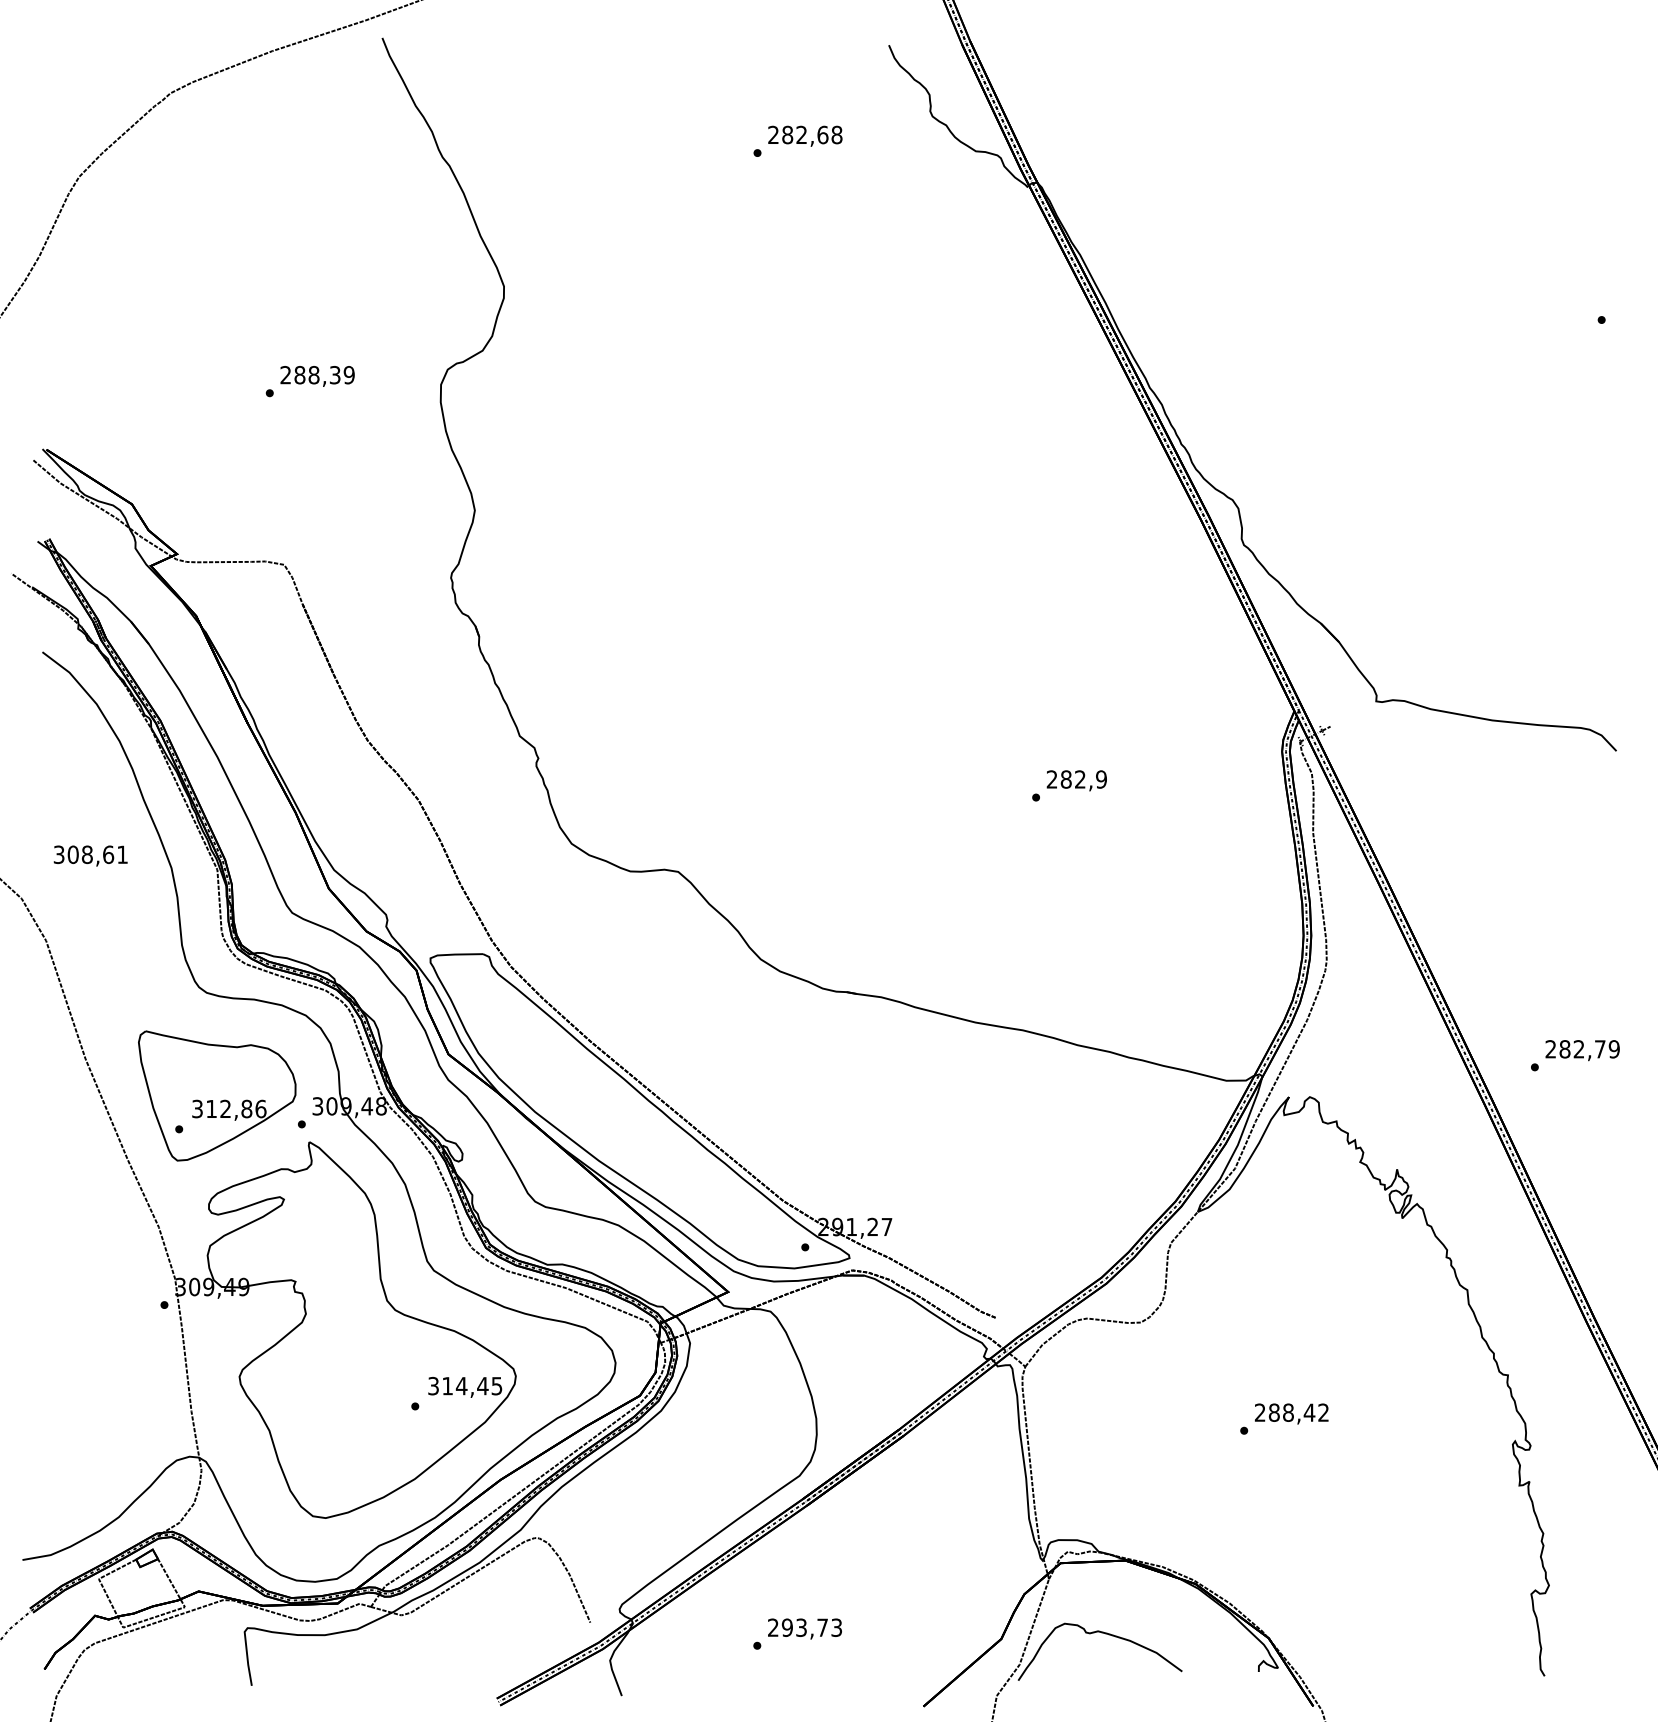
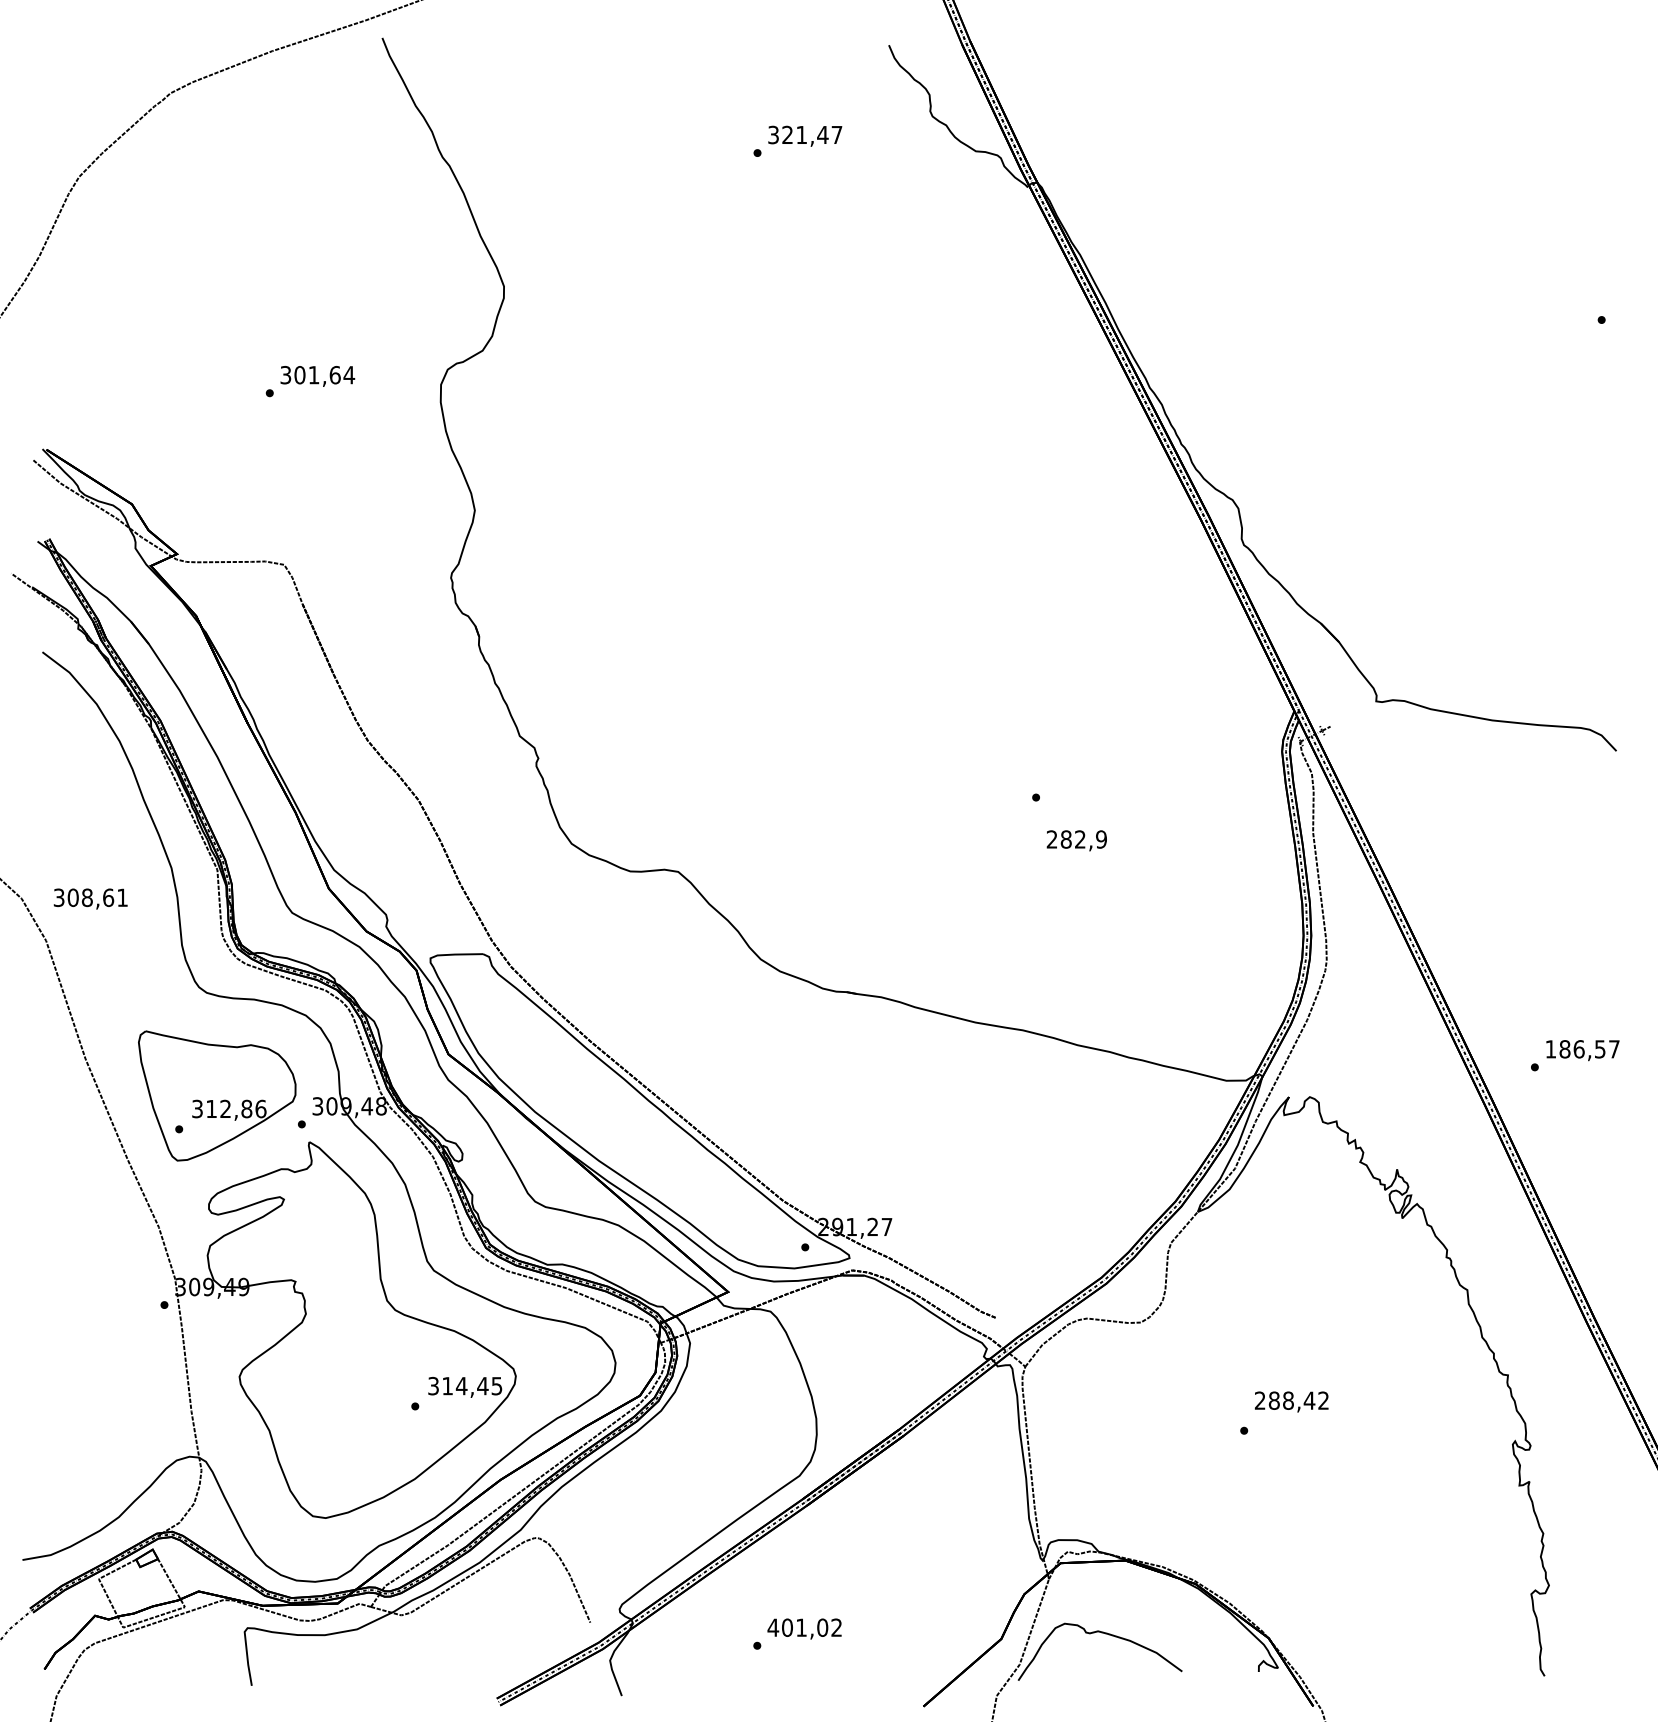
text at (805, 134): 282,68 -> 321,47
text at (317, 374): 288,39 -> 301,64
text at (1076, 780) position: (1076, 780) -> (1076, 840)
text at (90, 855) position: (90, 855) -> (90, 898)
text at (1582, 1049): 282,79 -> 186,57
text at (1291, 1413) position: (1291, 1413) -> (1291, 1401)
text at (804, 1627): 293,73 -> 401,02
